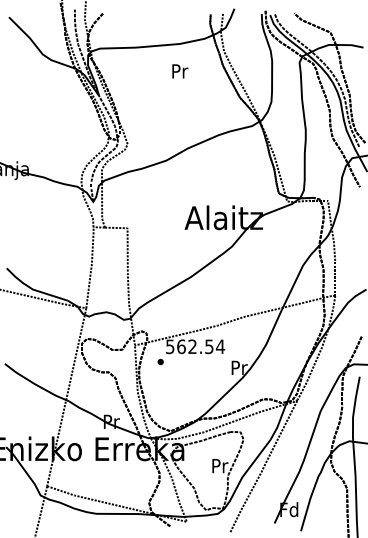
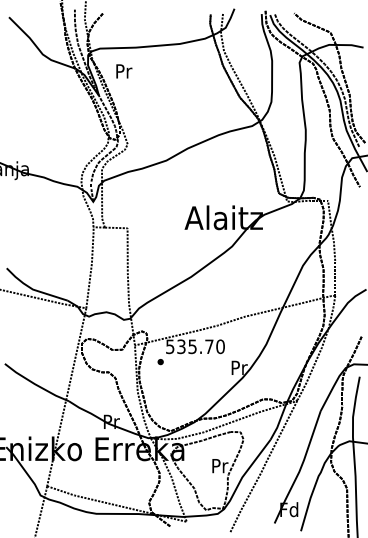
text at (180, 71) position: (180, 71) -> (124, 71)
text at (201, 346): 562.54 -> 535.70
